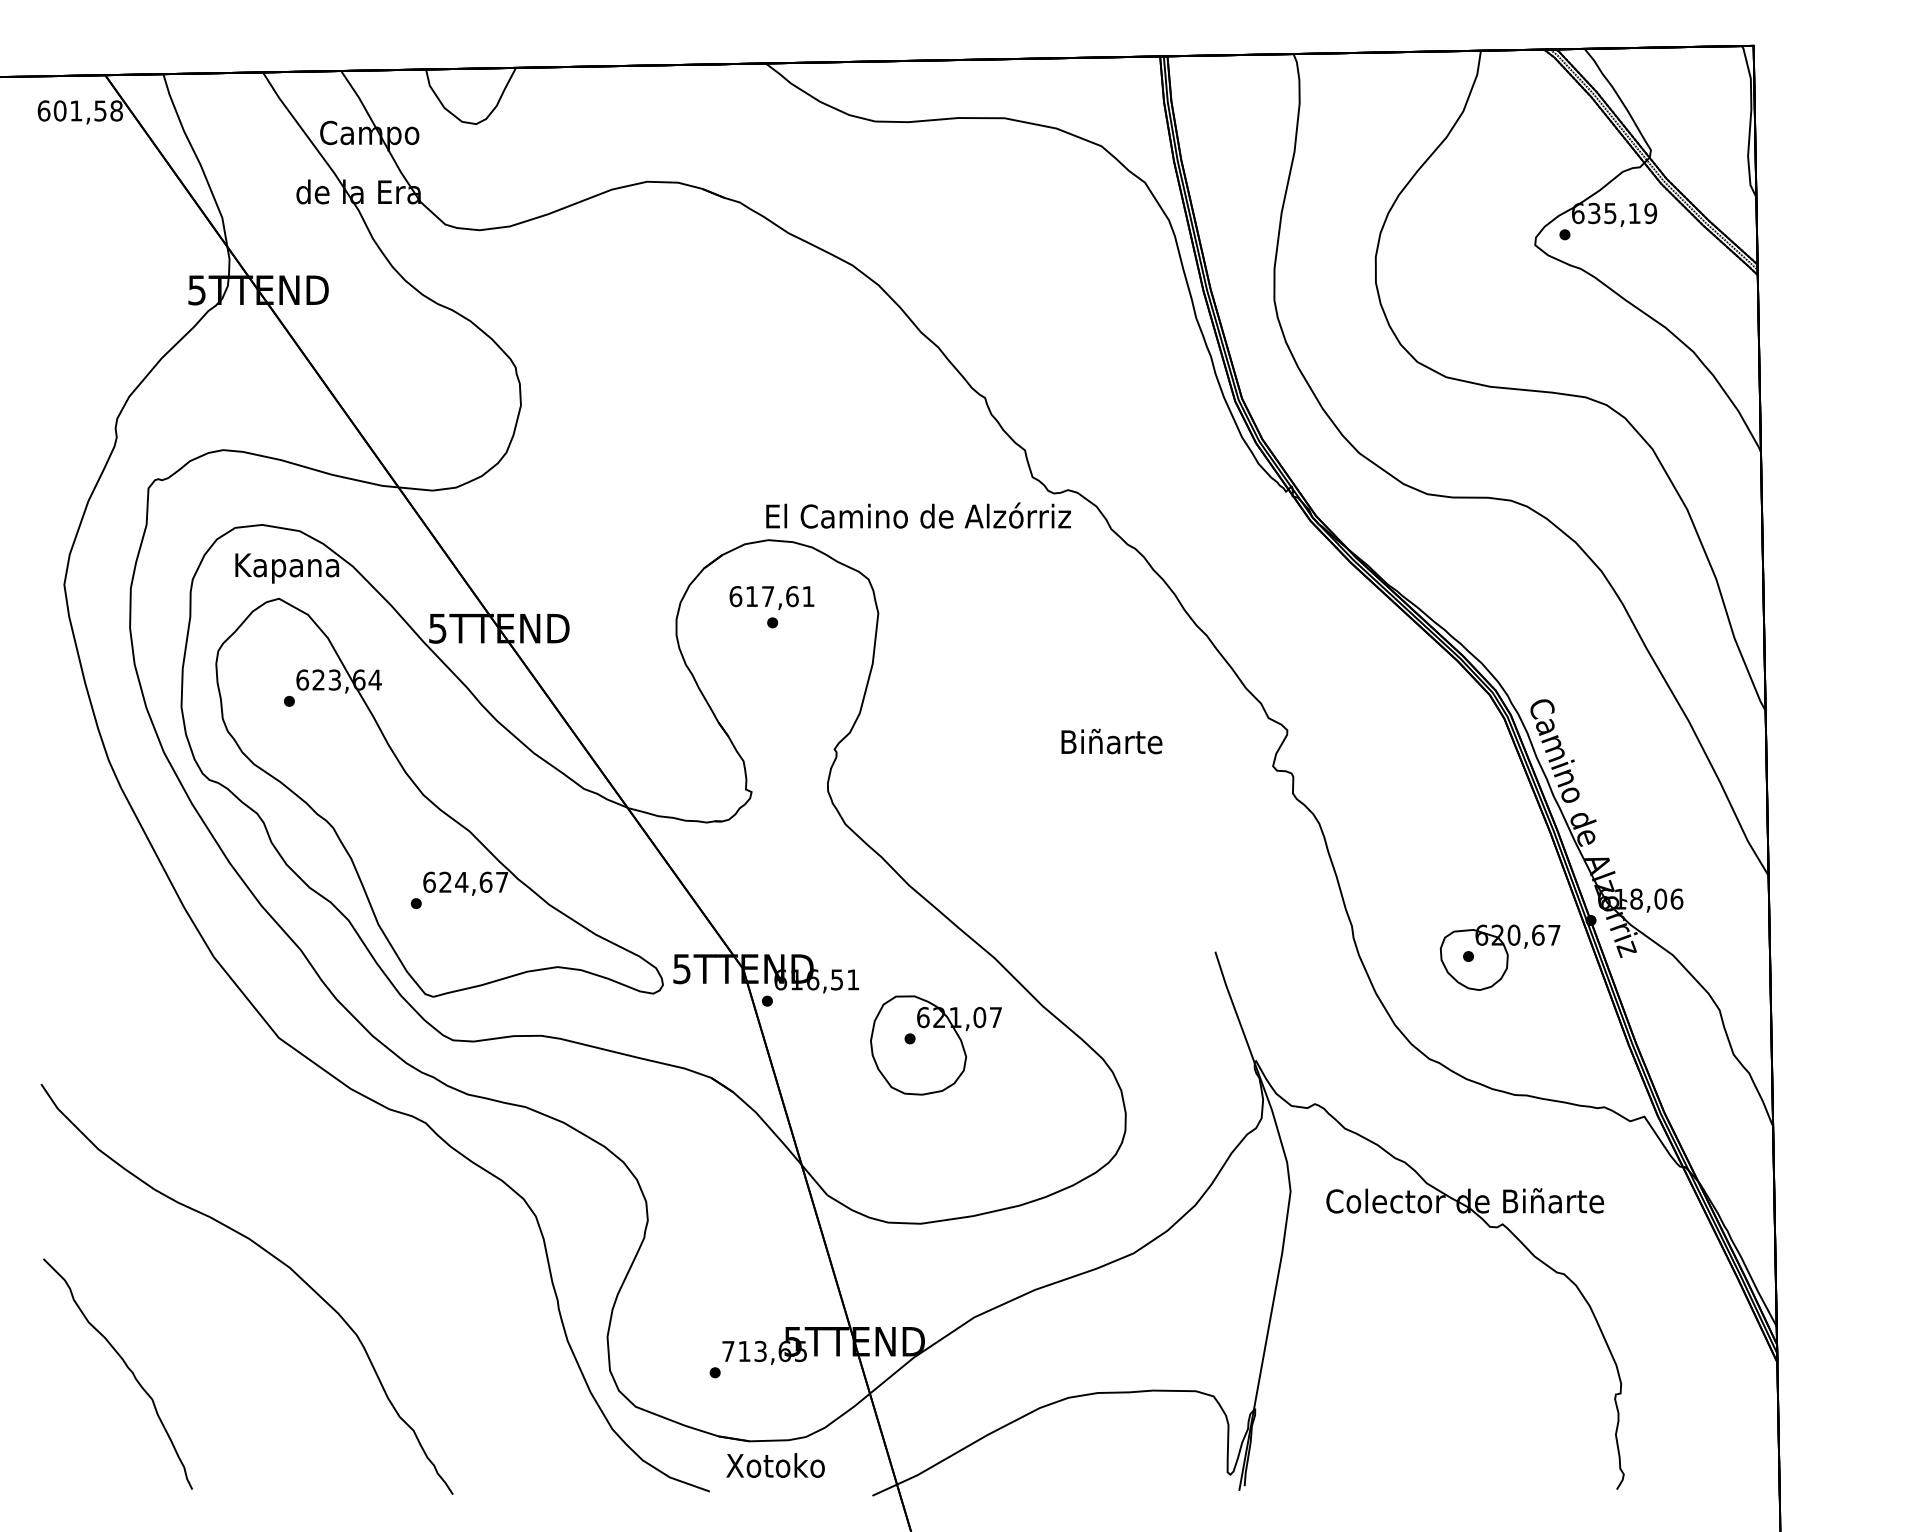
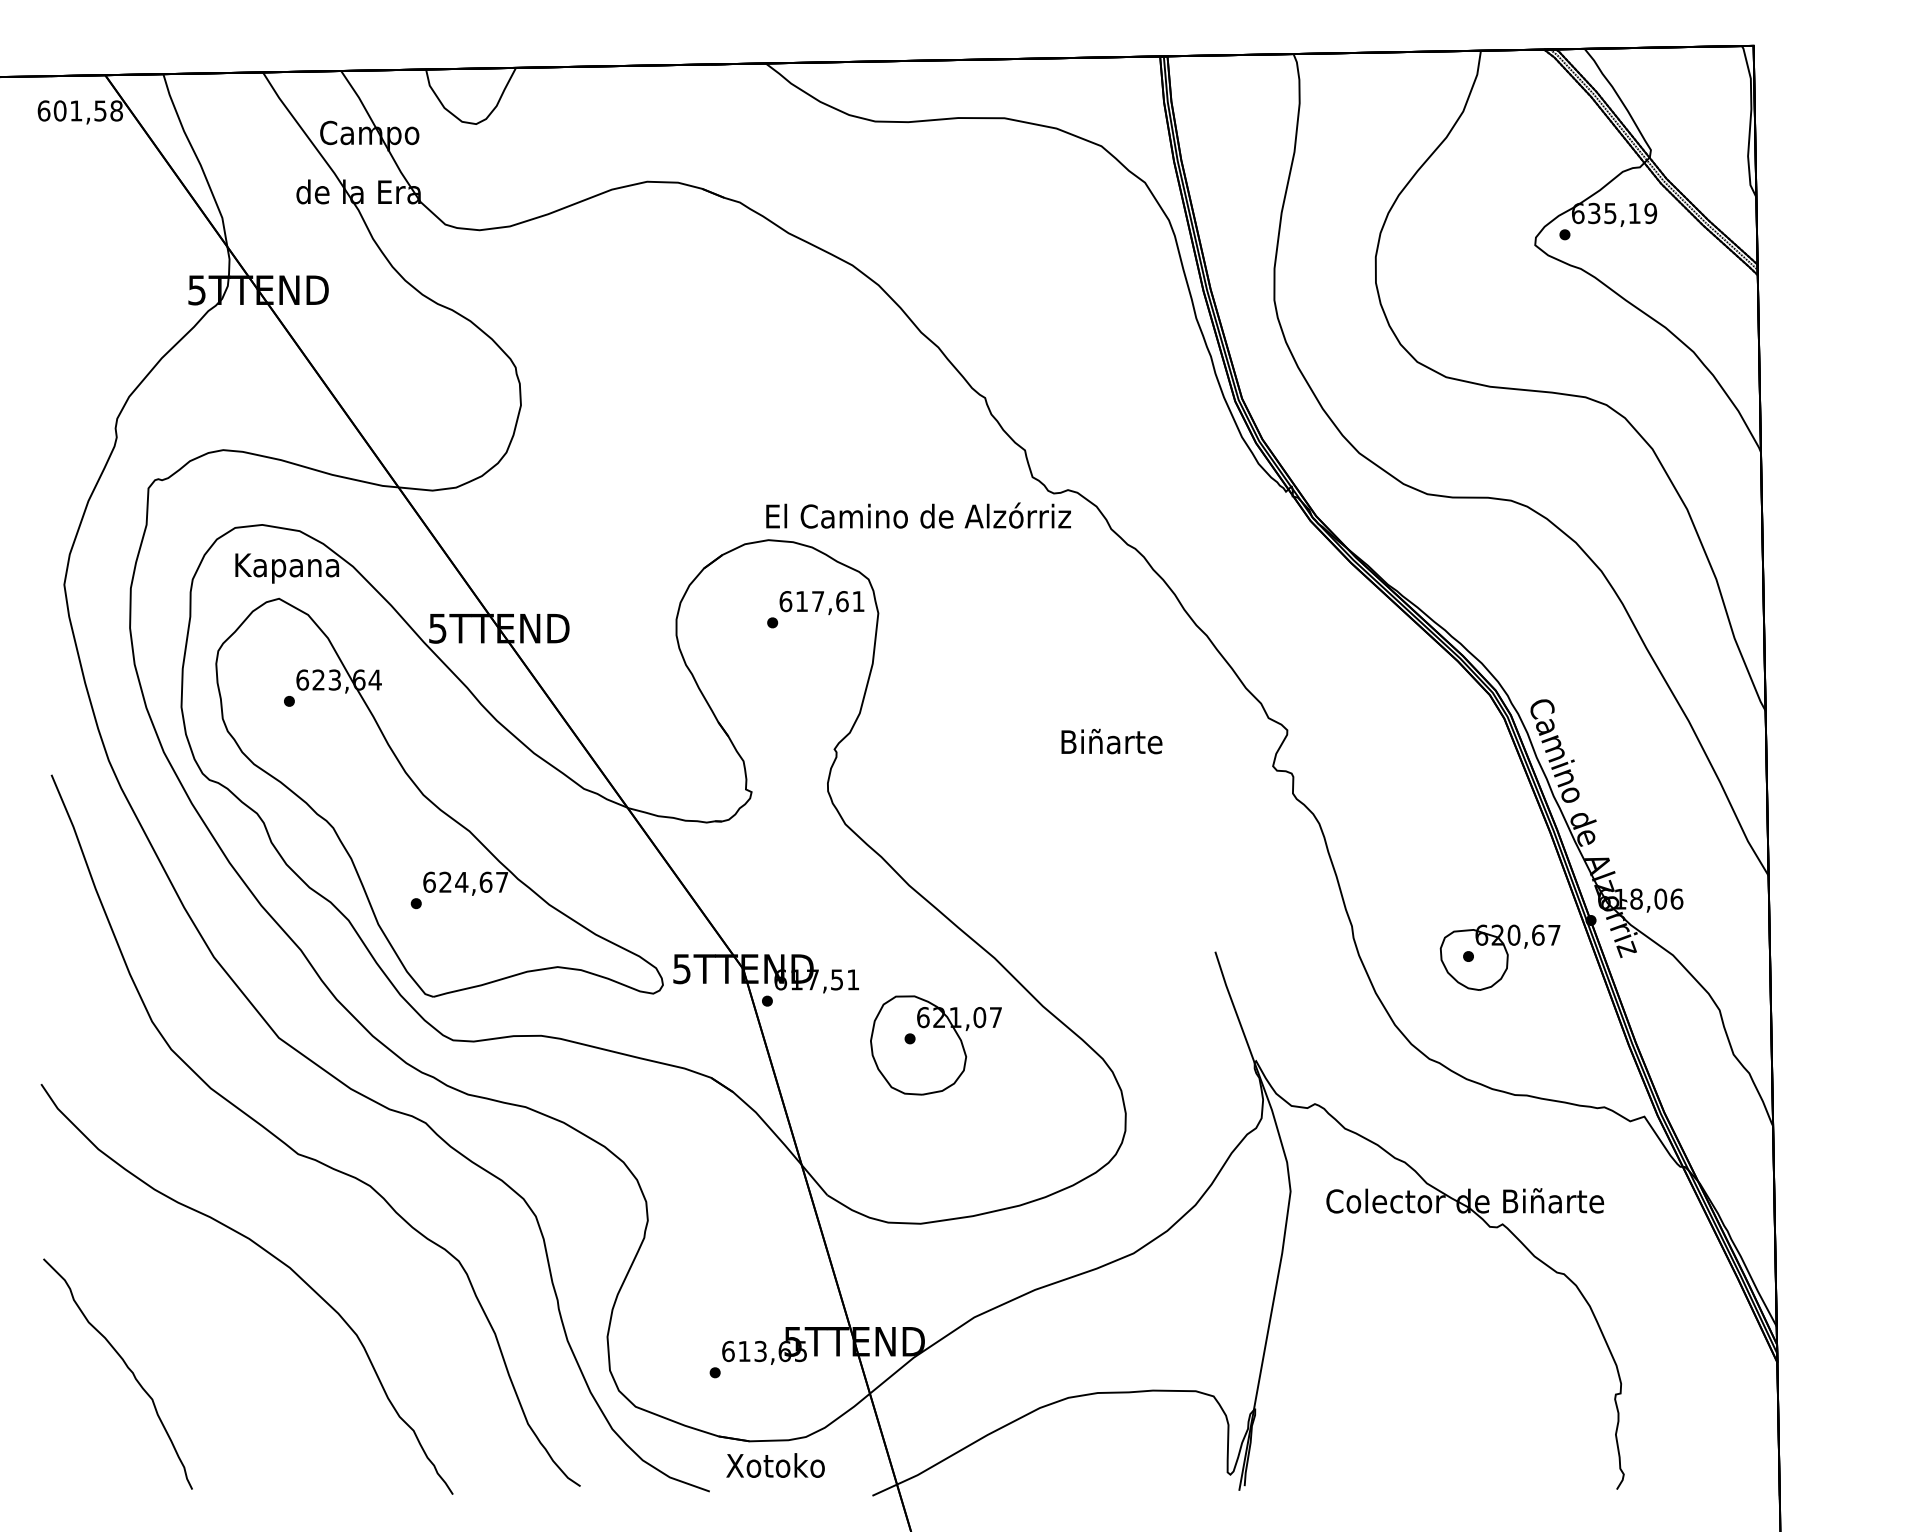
text at (771, 598) position: (771, 598) -> (821, 603)
text at (812, 979): 616,51 -> 617,51
curve at (305, 1155): none -> present
text at (728, 1351): 713,65 -> 613,65
